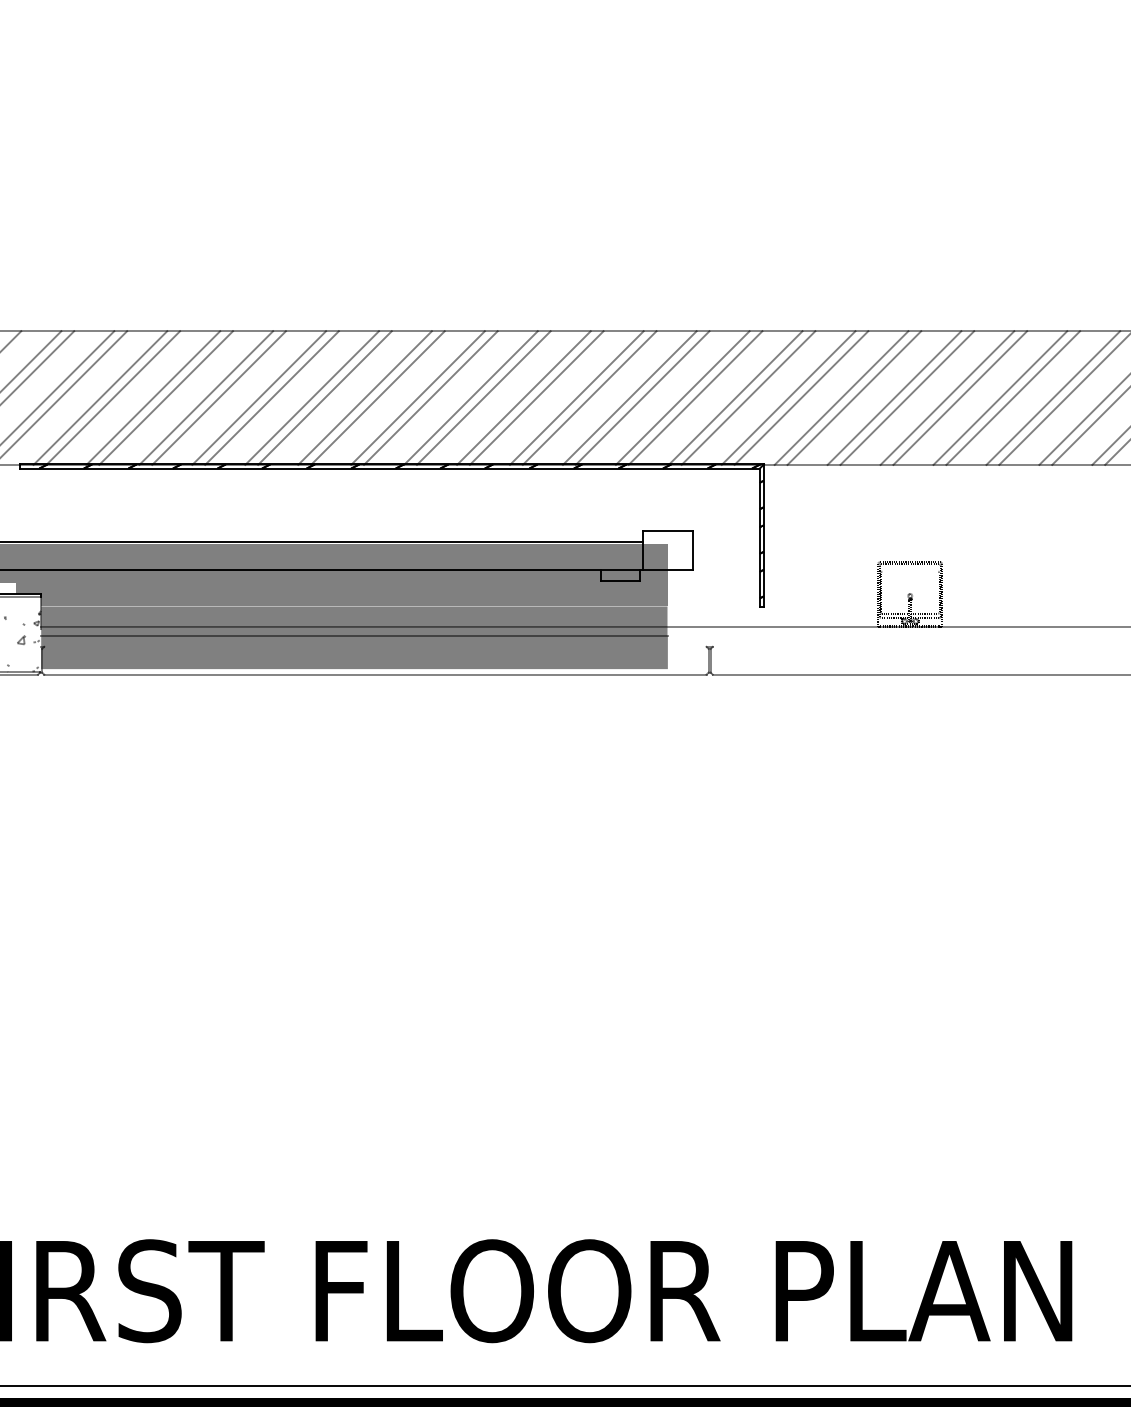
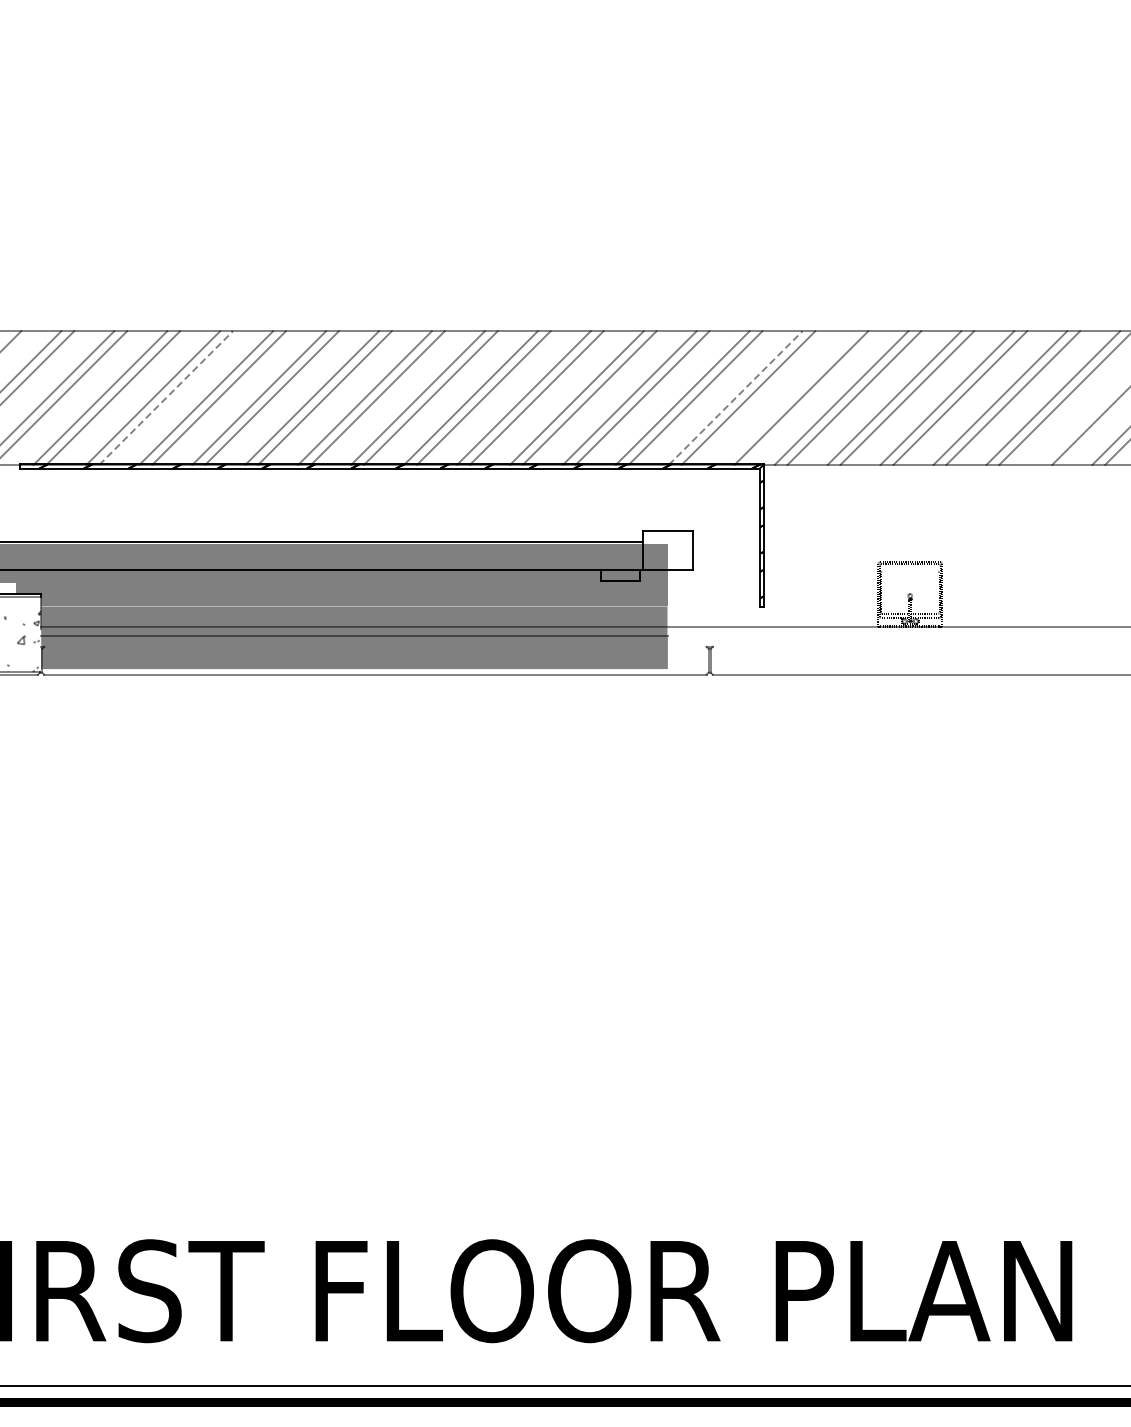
line at (788, 397): present -> none
line at (166, 398): solid -> dashed
line at (735, 398): solid -> dashed
line at (1083, 420): present -> none
